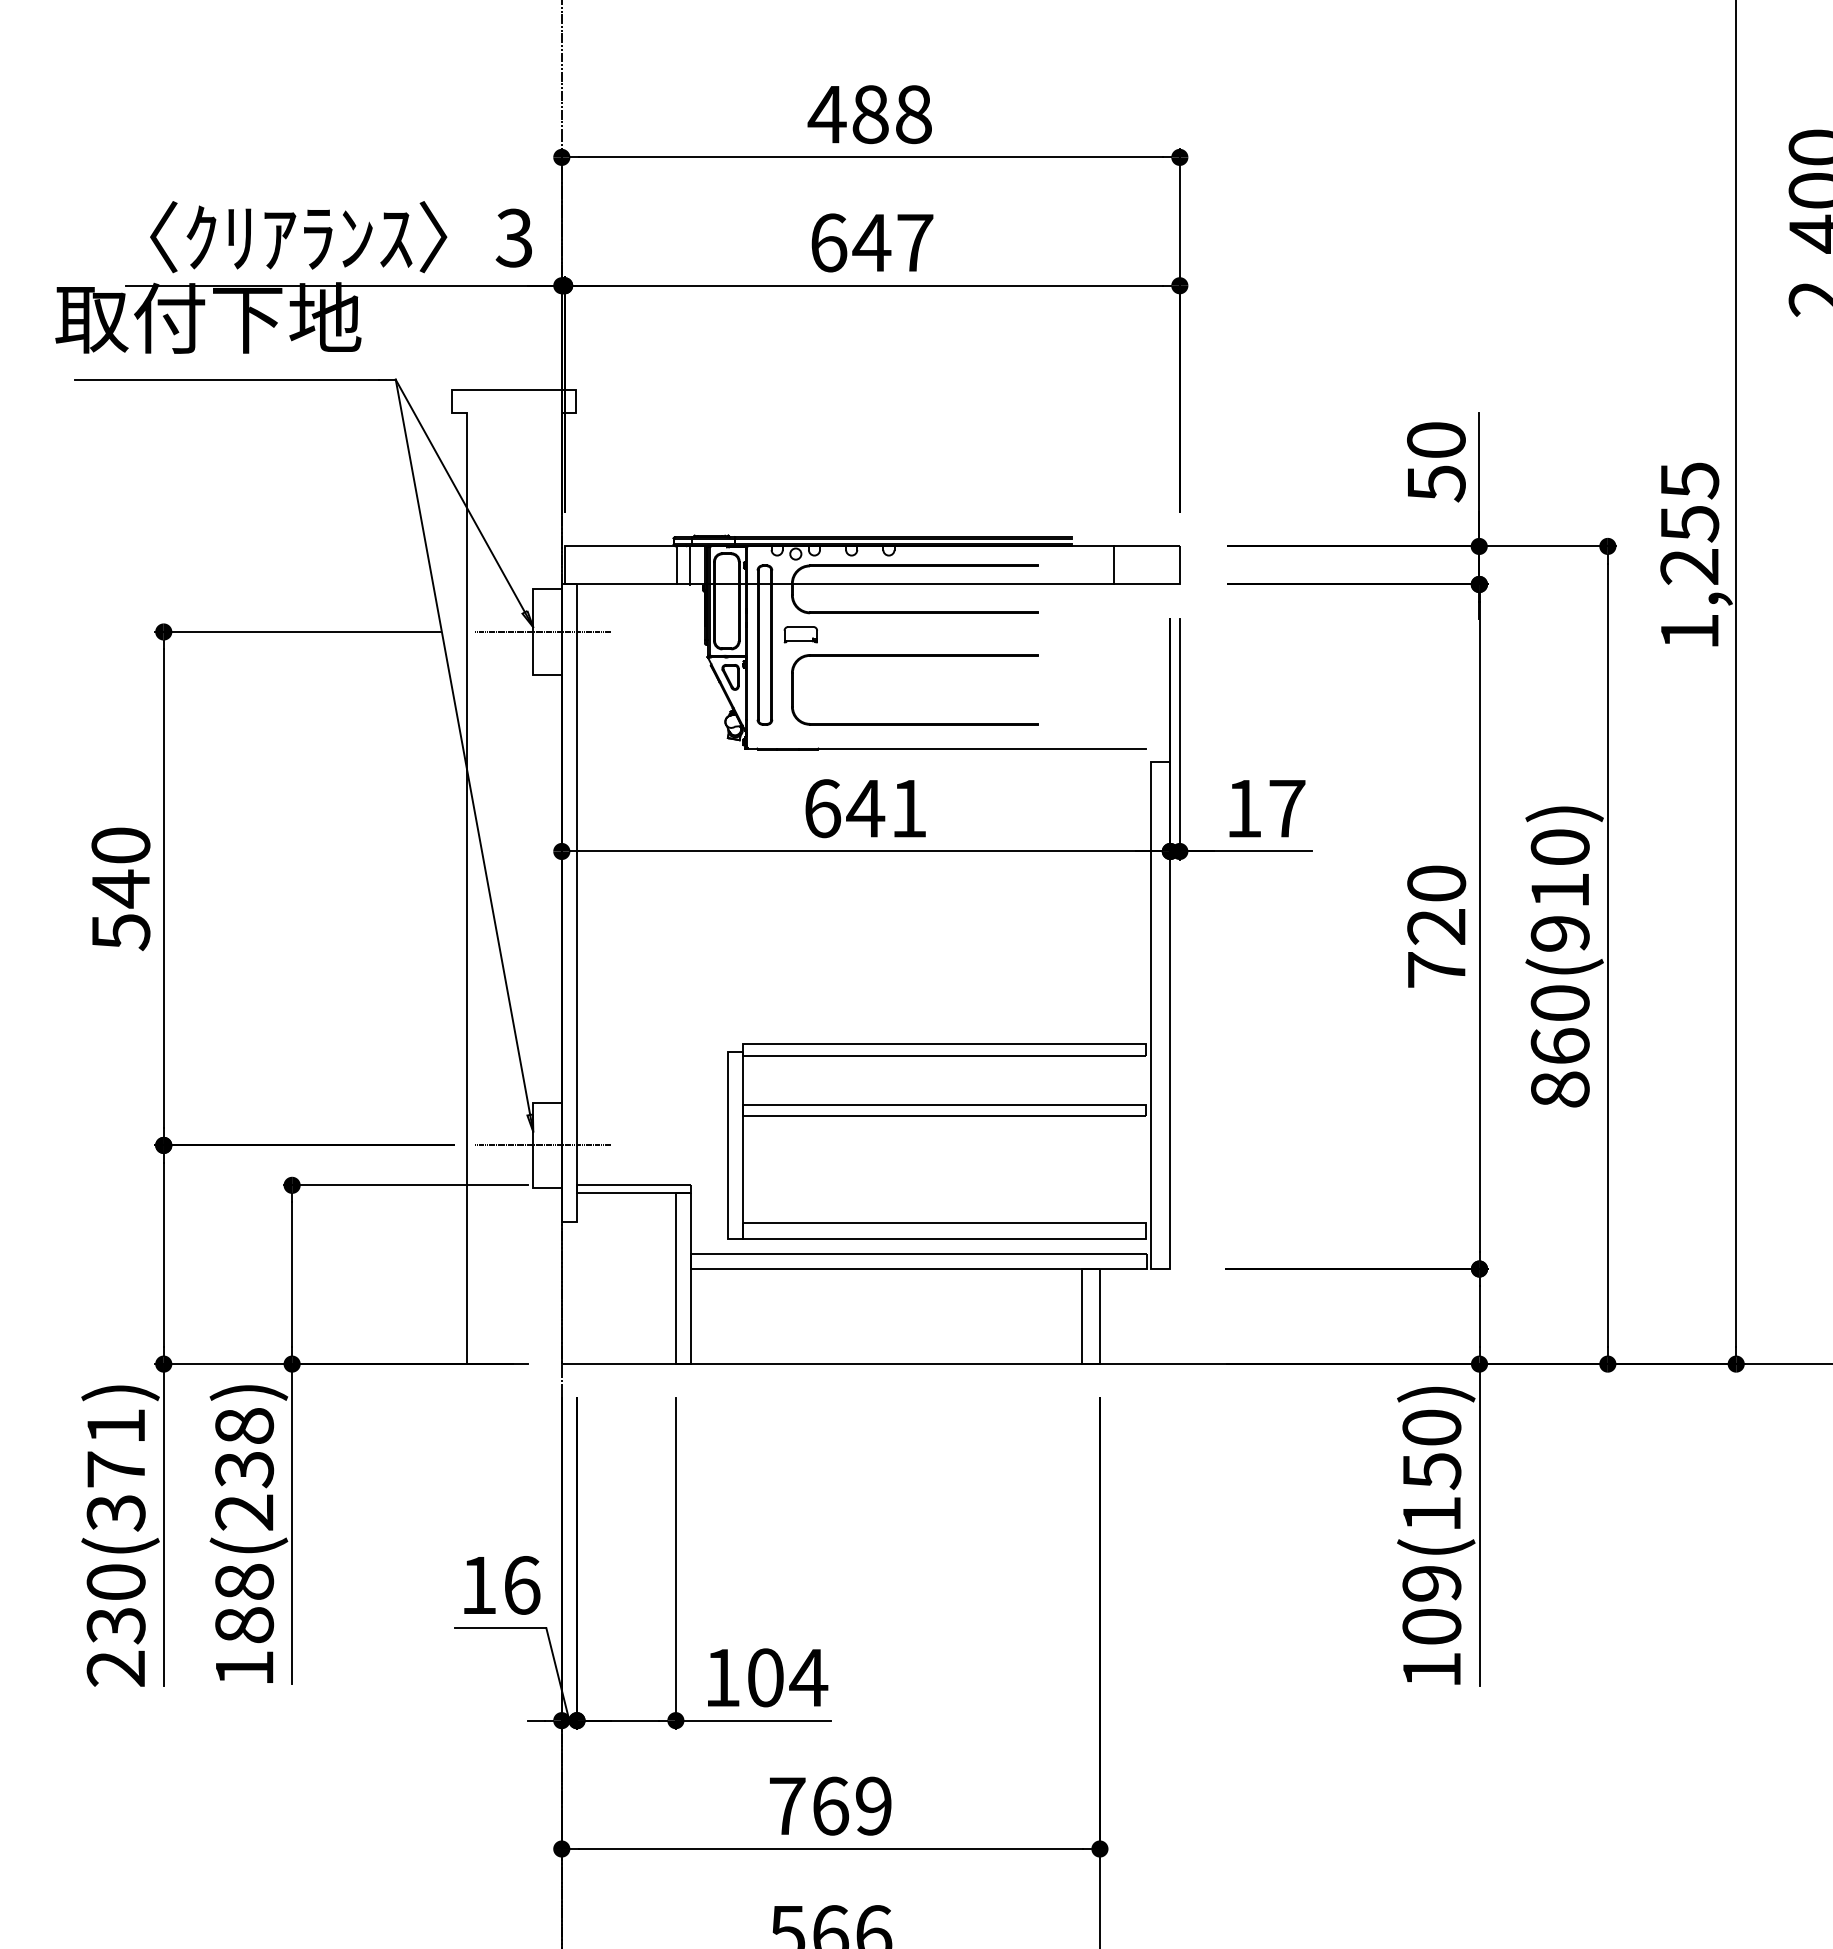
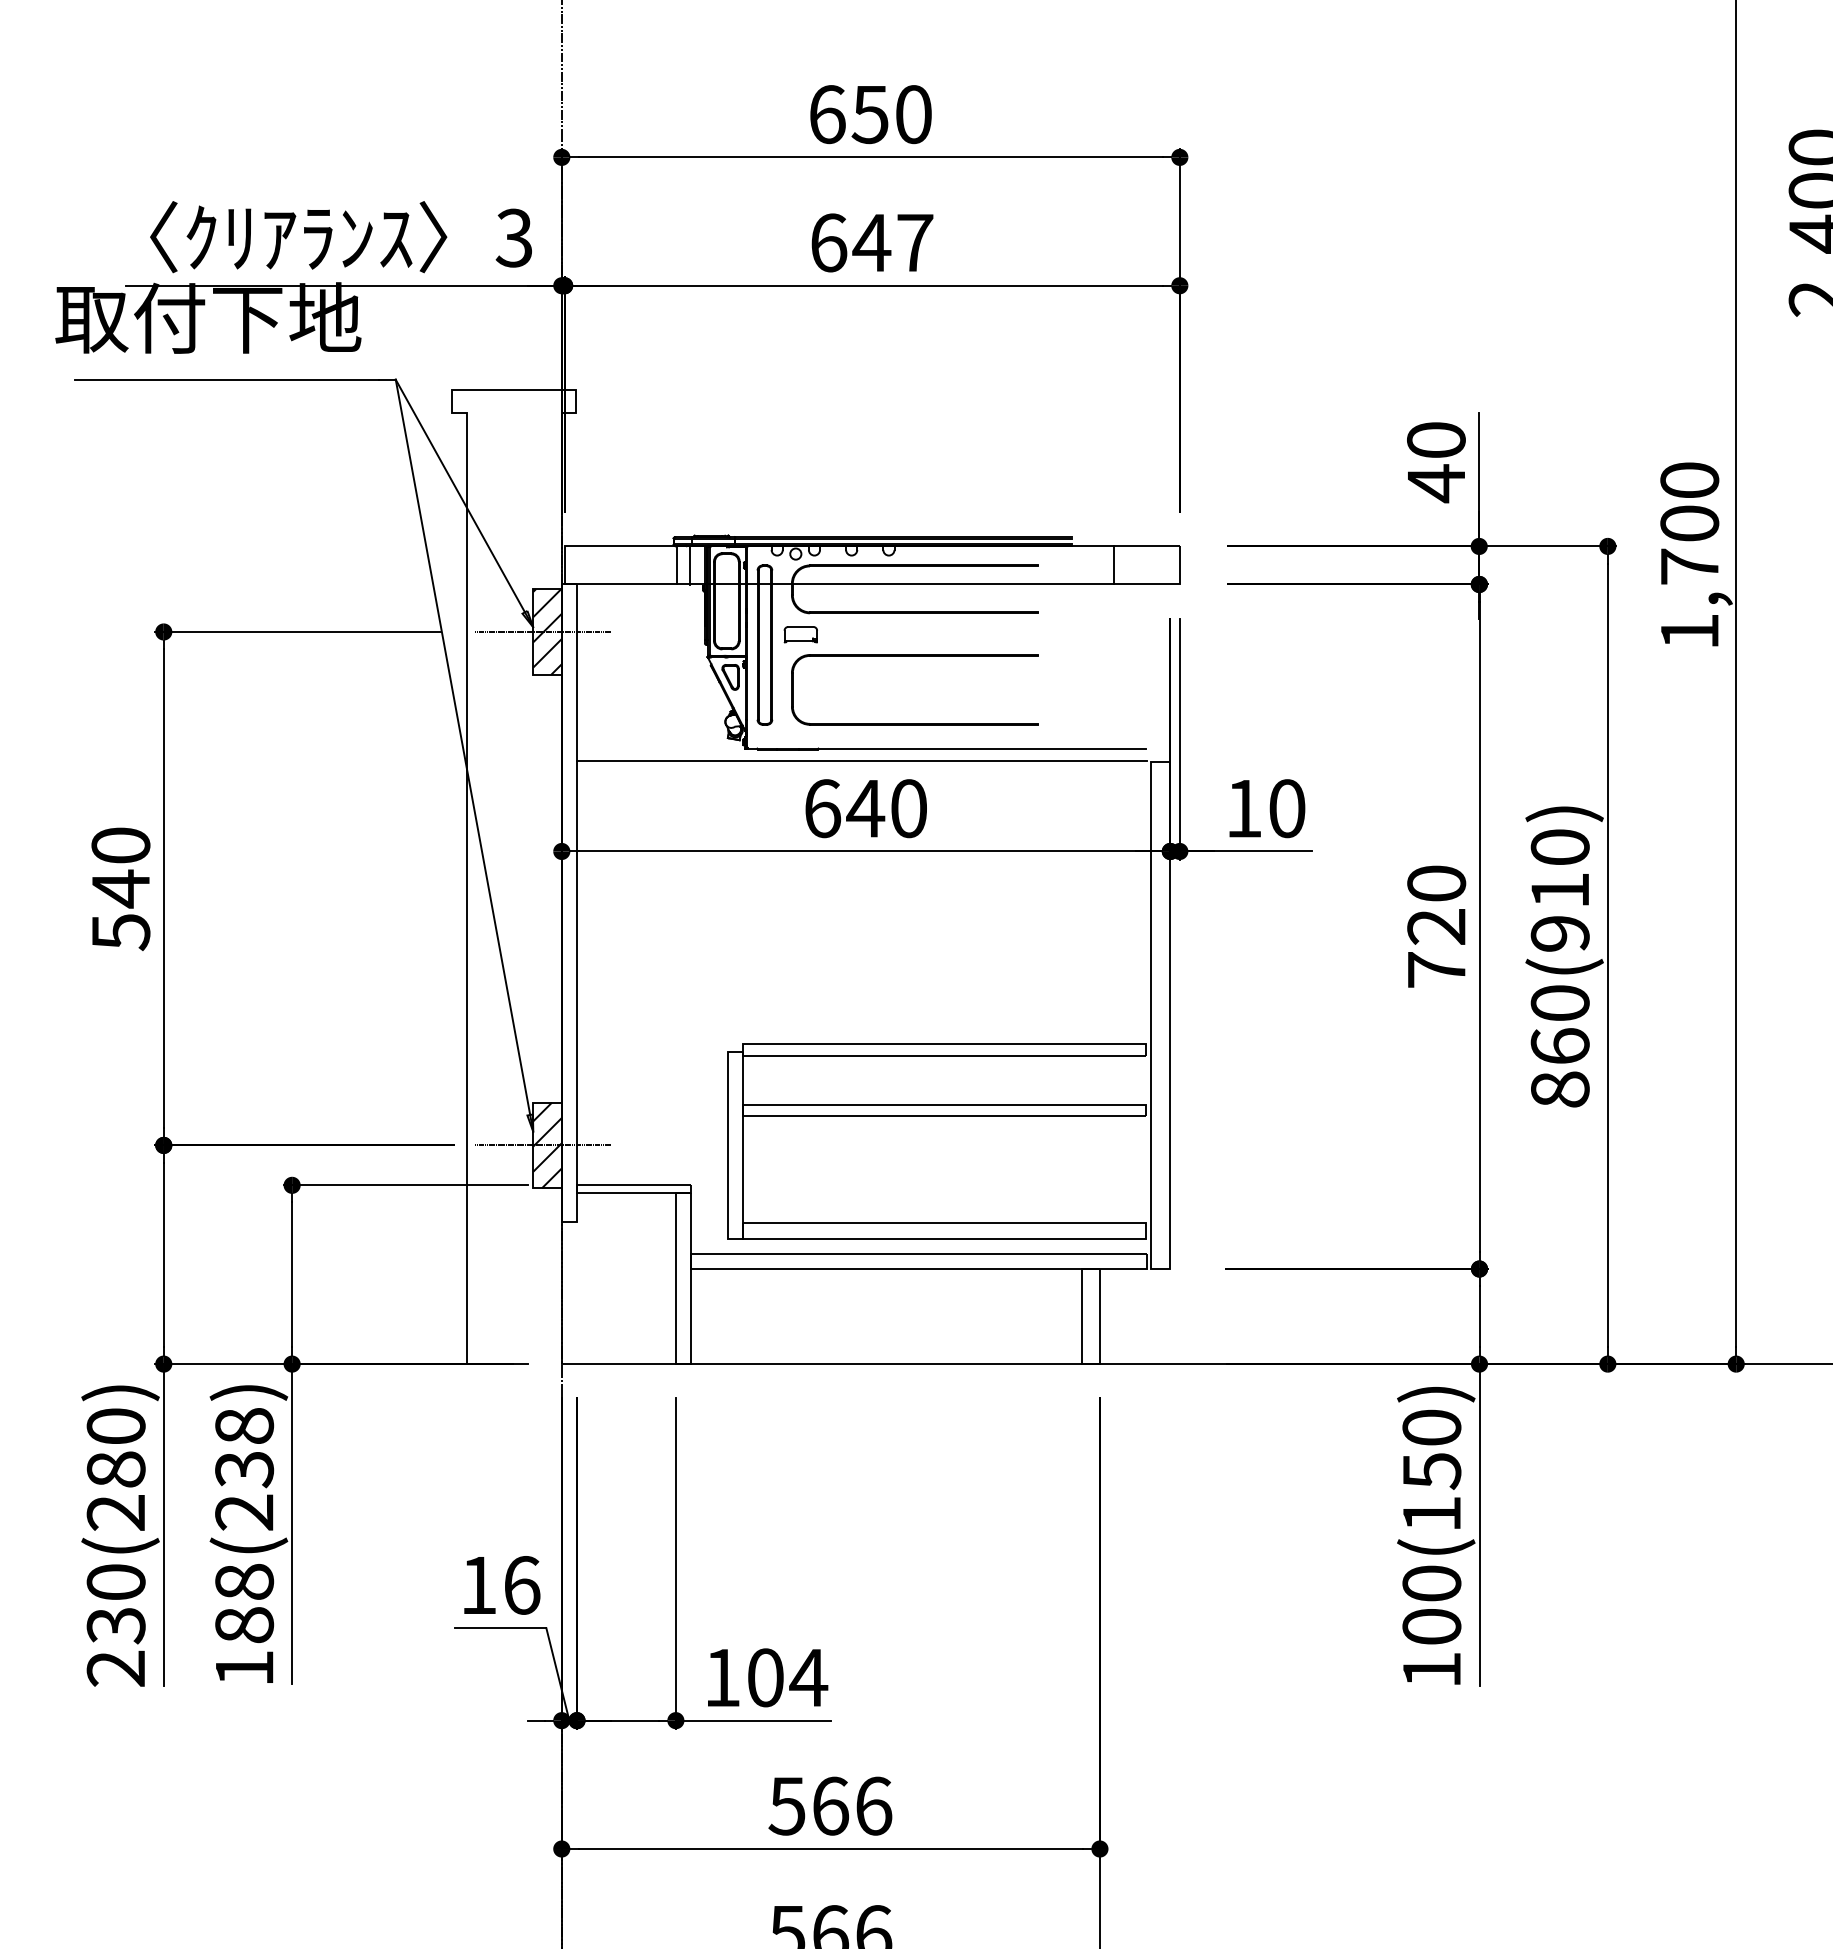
text at (869, 114): 488 -> 650
text at (1436, 483): 50 -> 40
text at (1689, 523): 1,255 -> 1,700
hatch at (547, 631): none -> present
line at (861, 761): none -> present
text at (908, 808): 641 -> 640
text at (1287, 808): 17 -> 10
hatch at (547, 1145): none -> present
text at (115, 1469): 230(371) -> 230(280)
text at (1431, 1583): 109(150) -> 100(150)
text at (830, 1805): 769 -> 566
